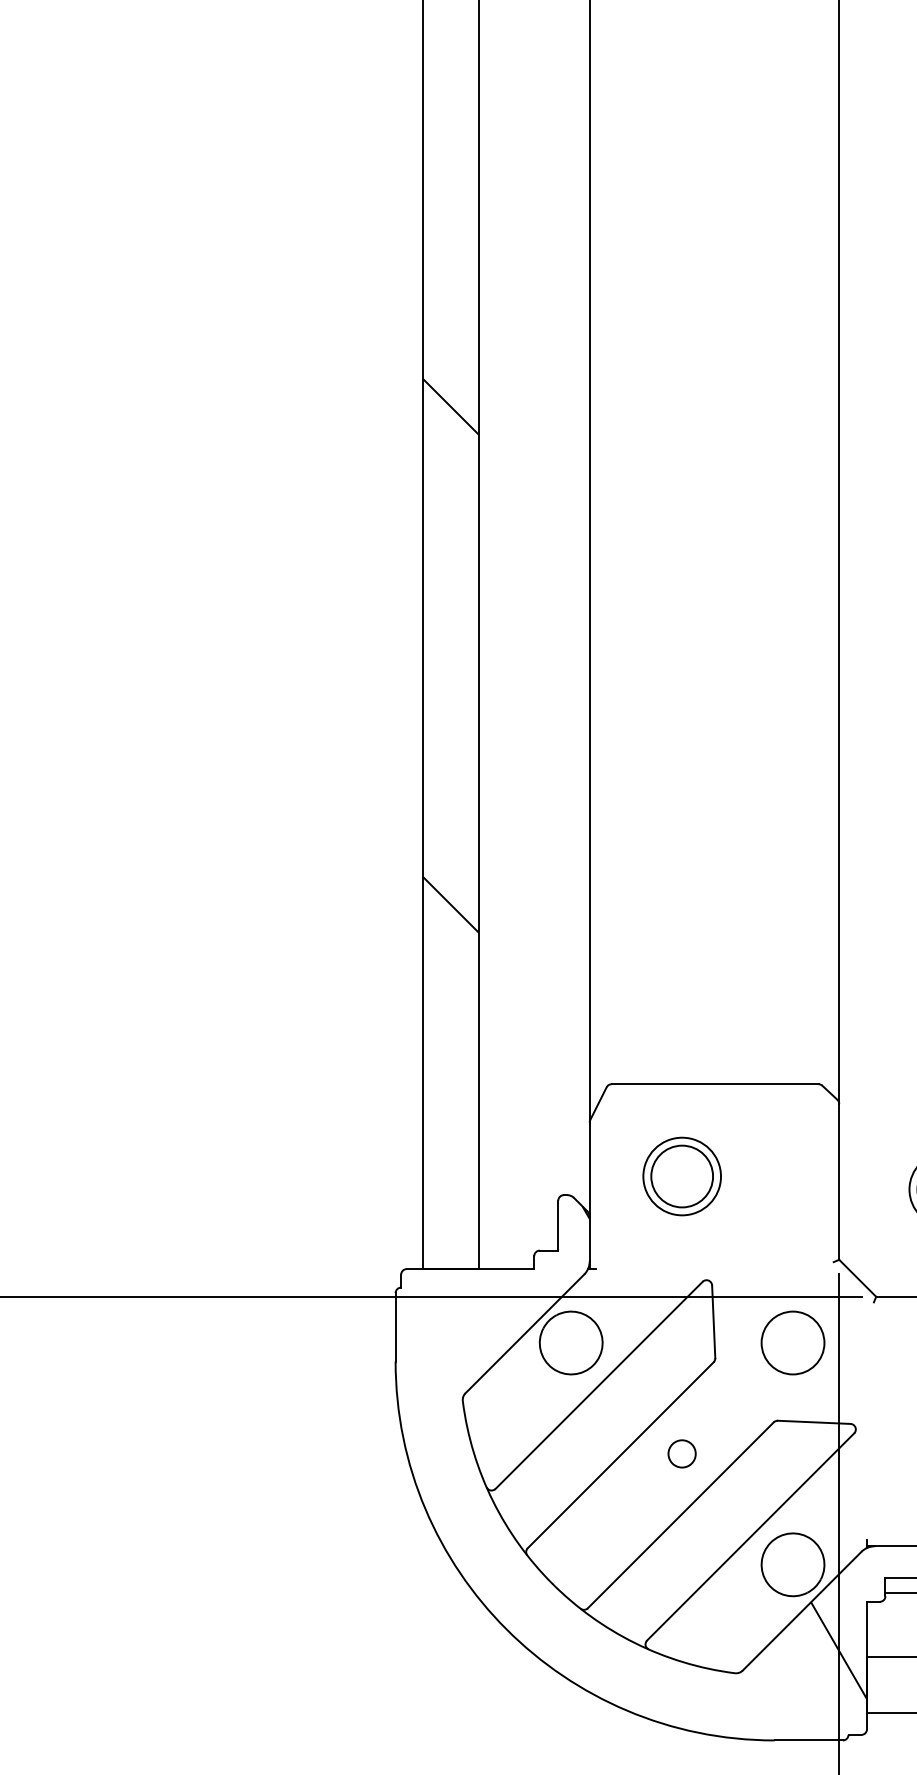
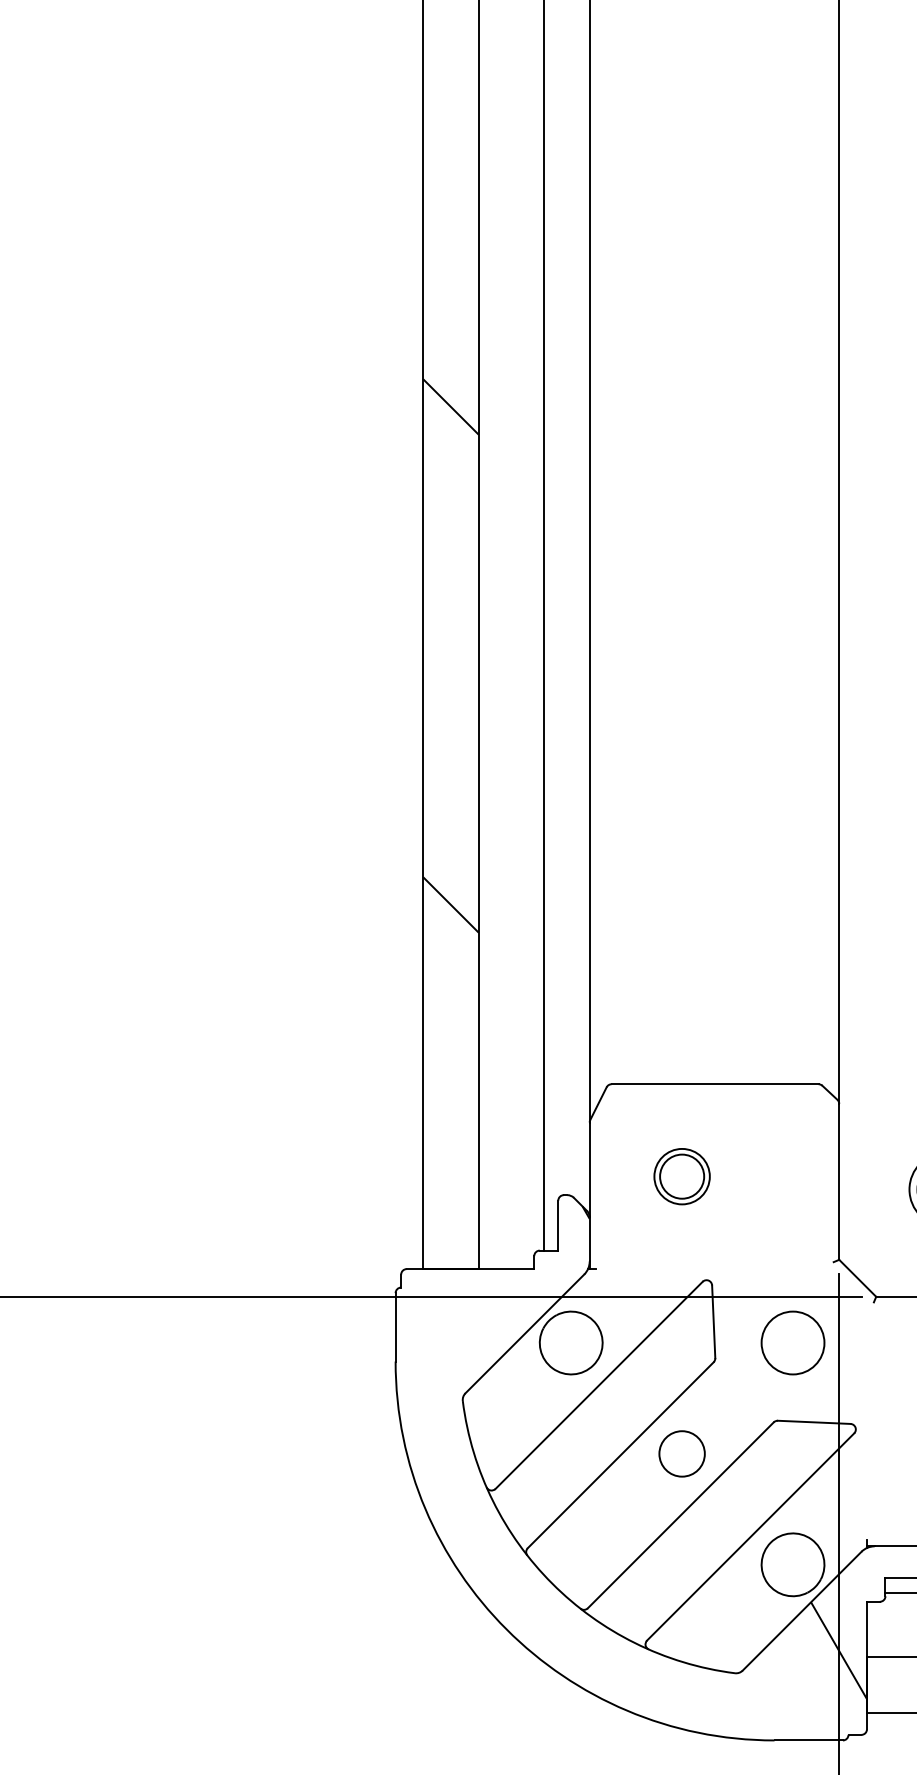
line at (543, 626): none -> present
part at (681, 1176) size: 80x81 px -> 58x58 px
circle at (681, 1453) diameter: 27 px -> 45 px
